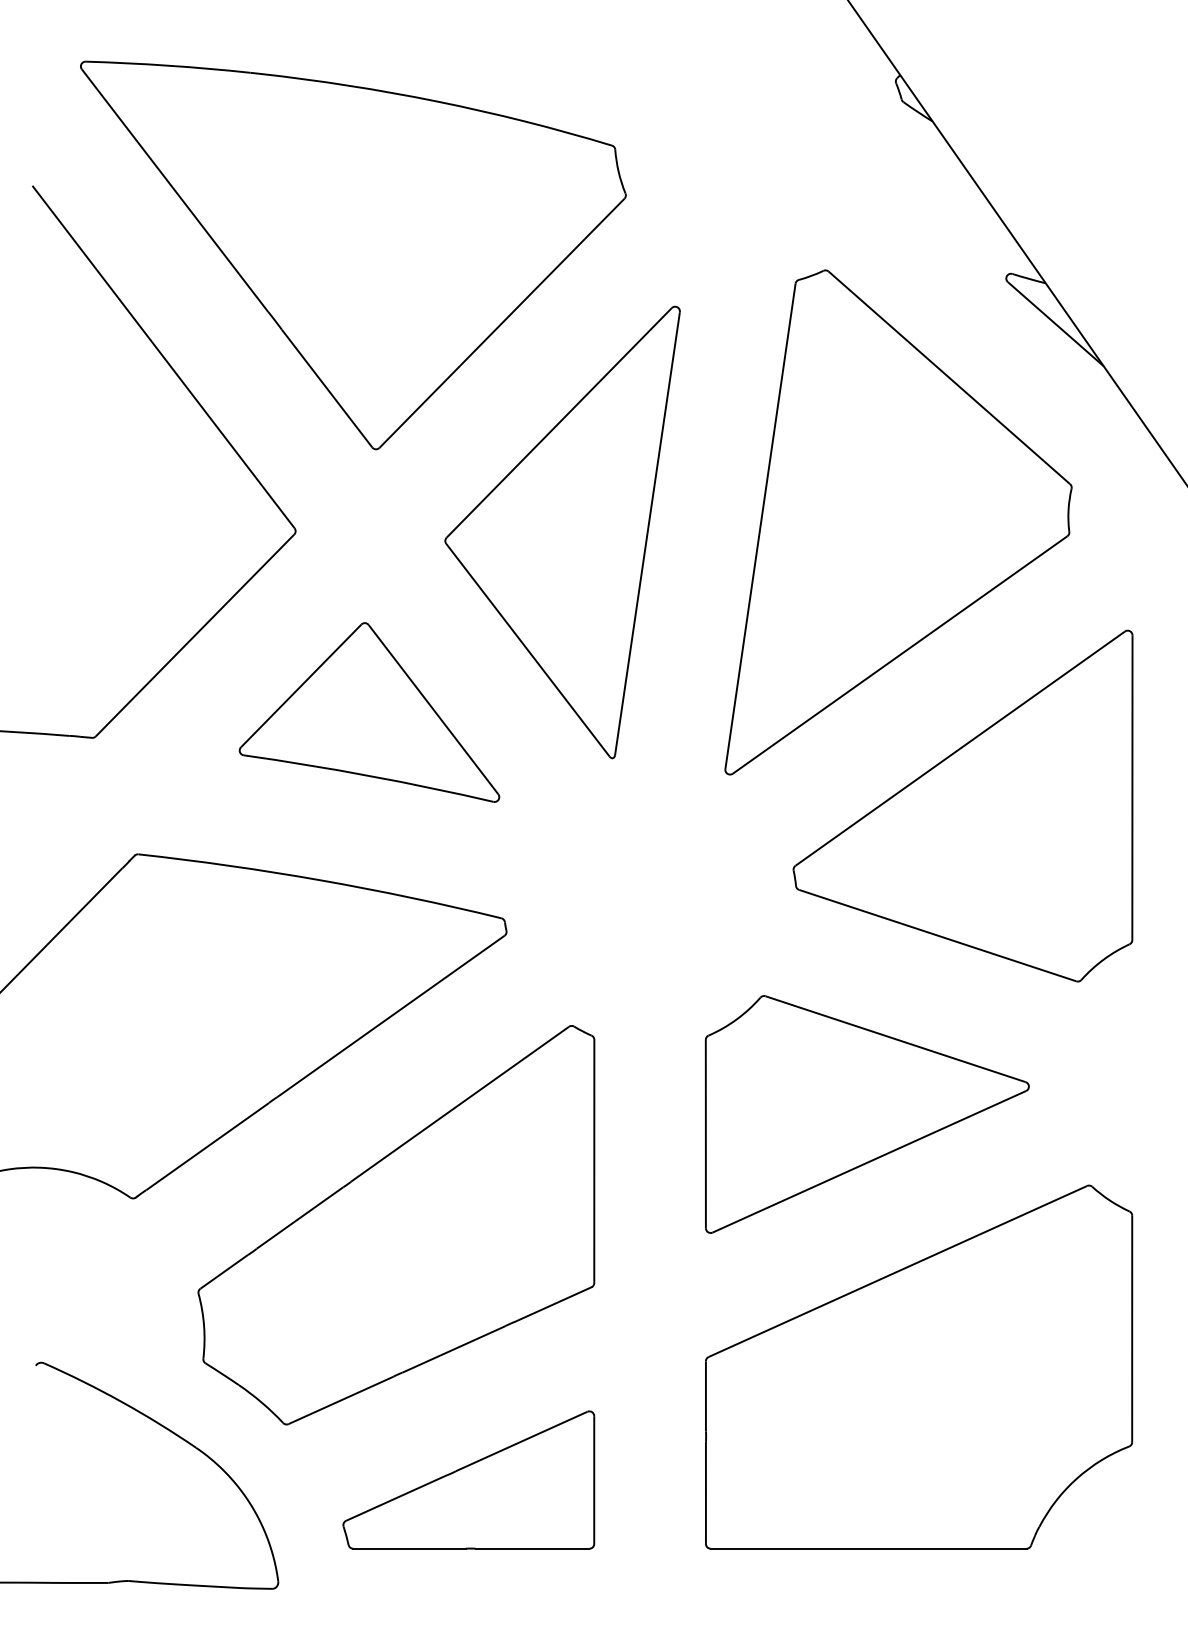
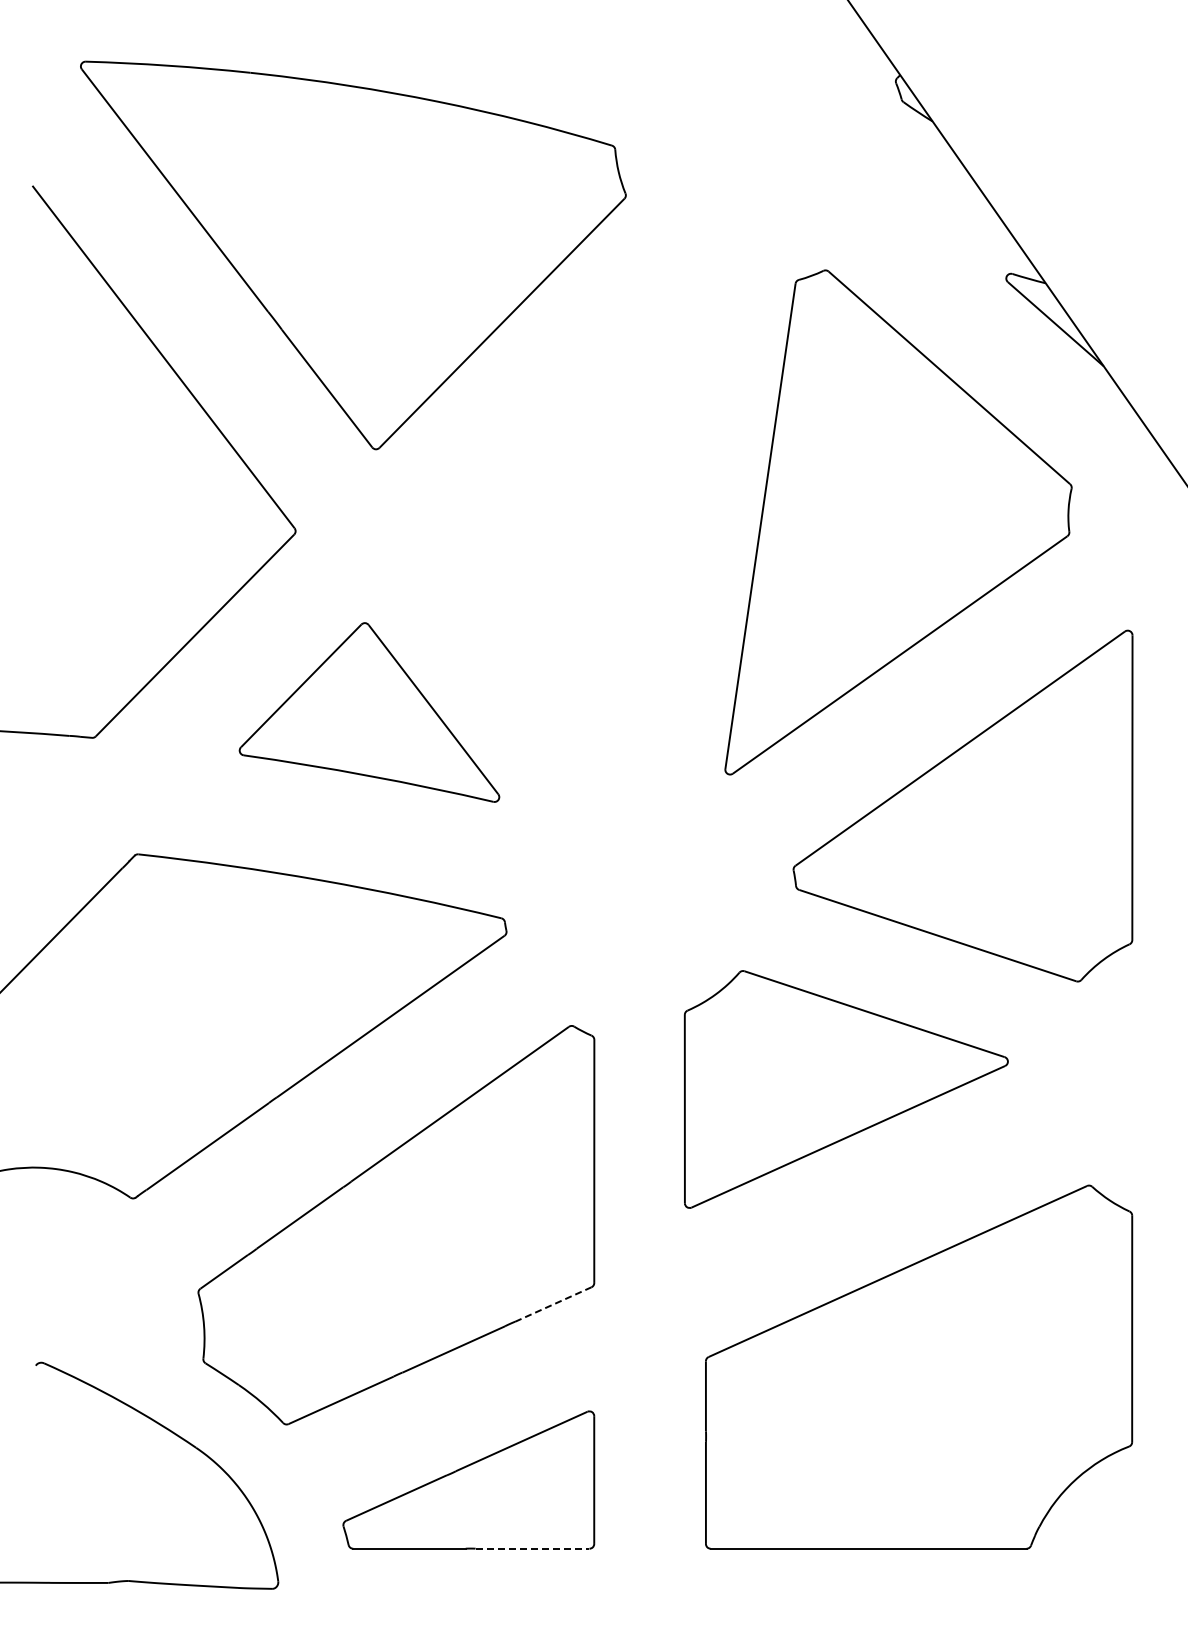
part at (562, 532): present -> none
part at (866, 1114) position: (866, 1114) -> (845, 1089)
line at (553, 1304): solid -> dashed
line at (532, 1548): solid -> dashed
